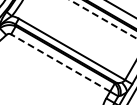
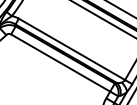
line at (102, 19): dashed -> solid
line at (60, 62): dashed -> solid
